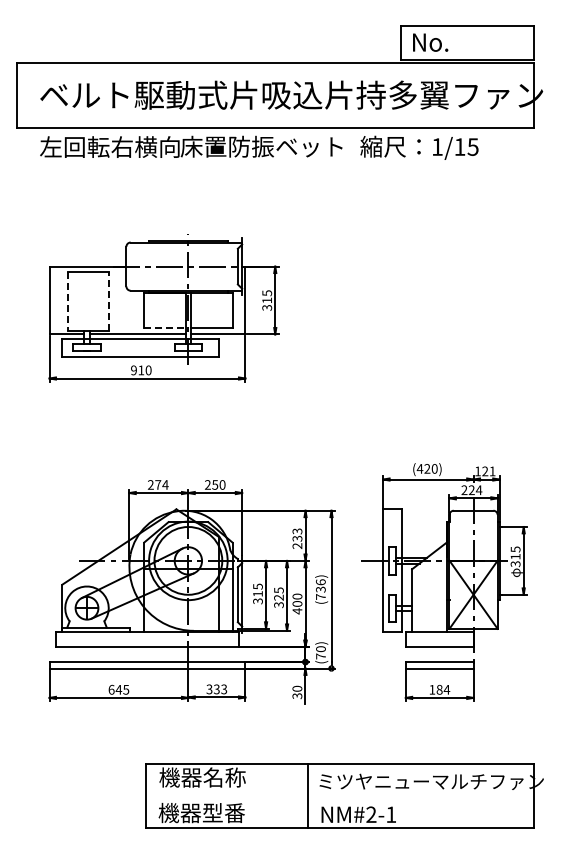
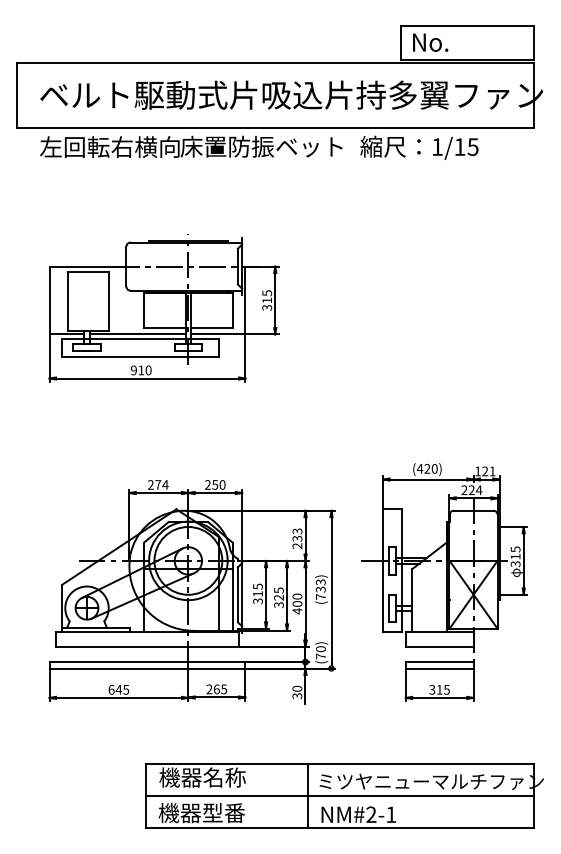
line at (108, 301): dashed -> solid
line at (67, 302): dashed -> solid
line at (165, 327): dashed -> solid
text at (320, 582): (736) -> (733)
text at (216, 689): 333 -> 265
text at (439, 689): 184 -> 315
line at (339, 796): none -> present
